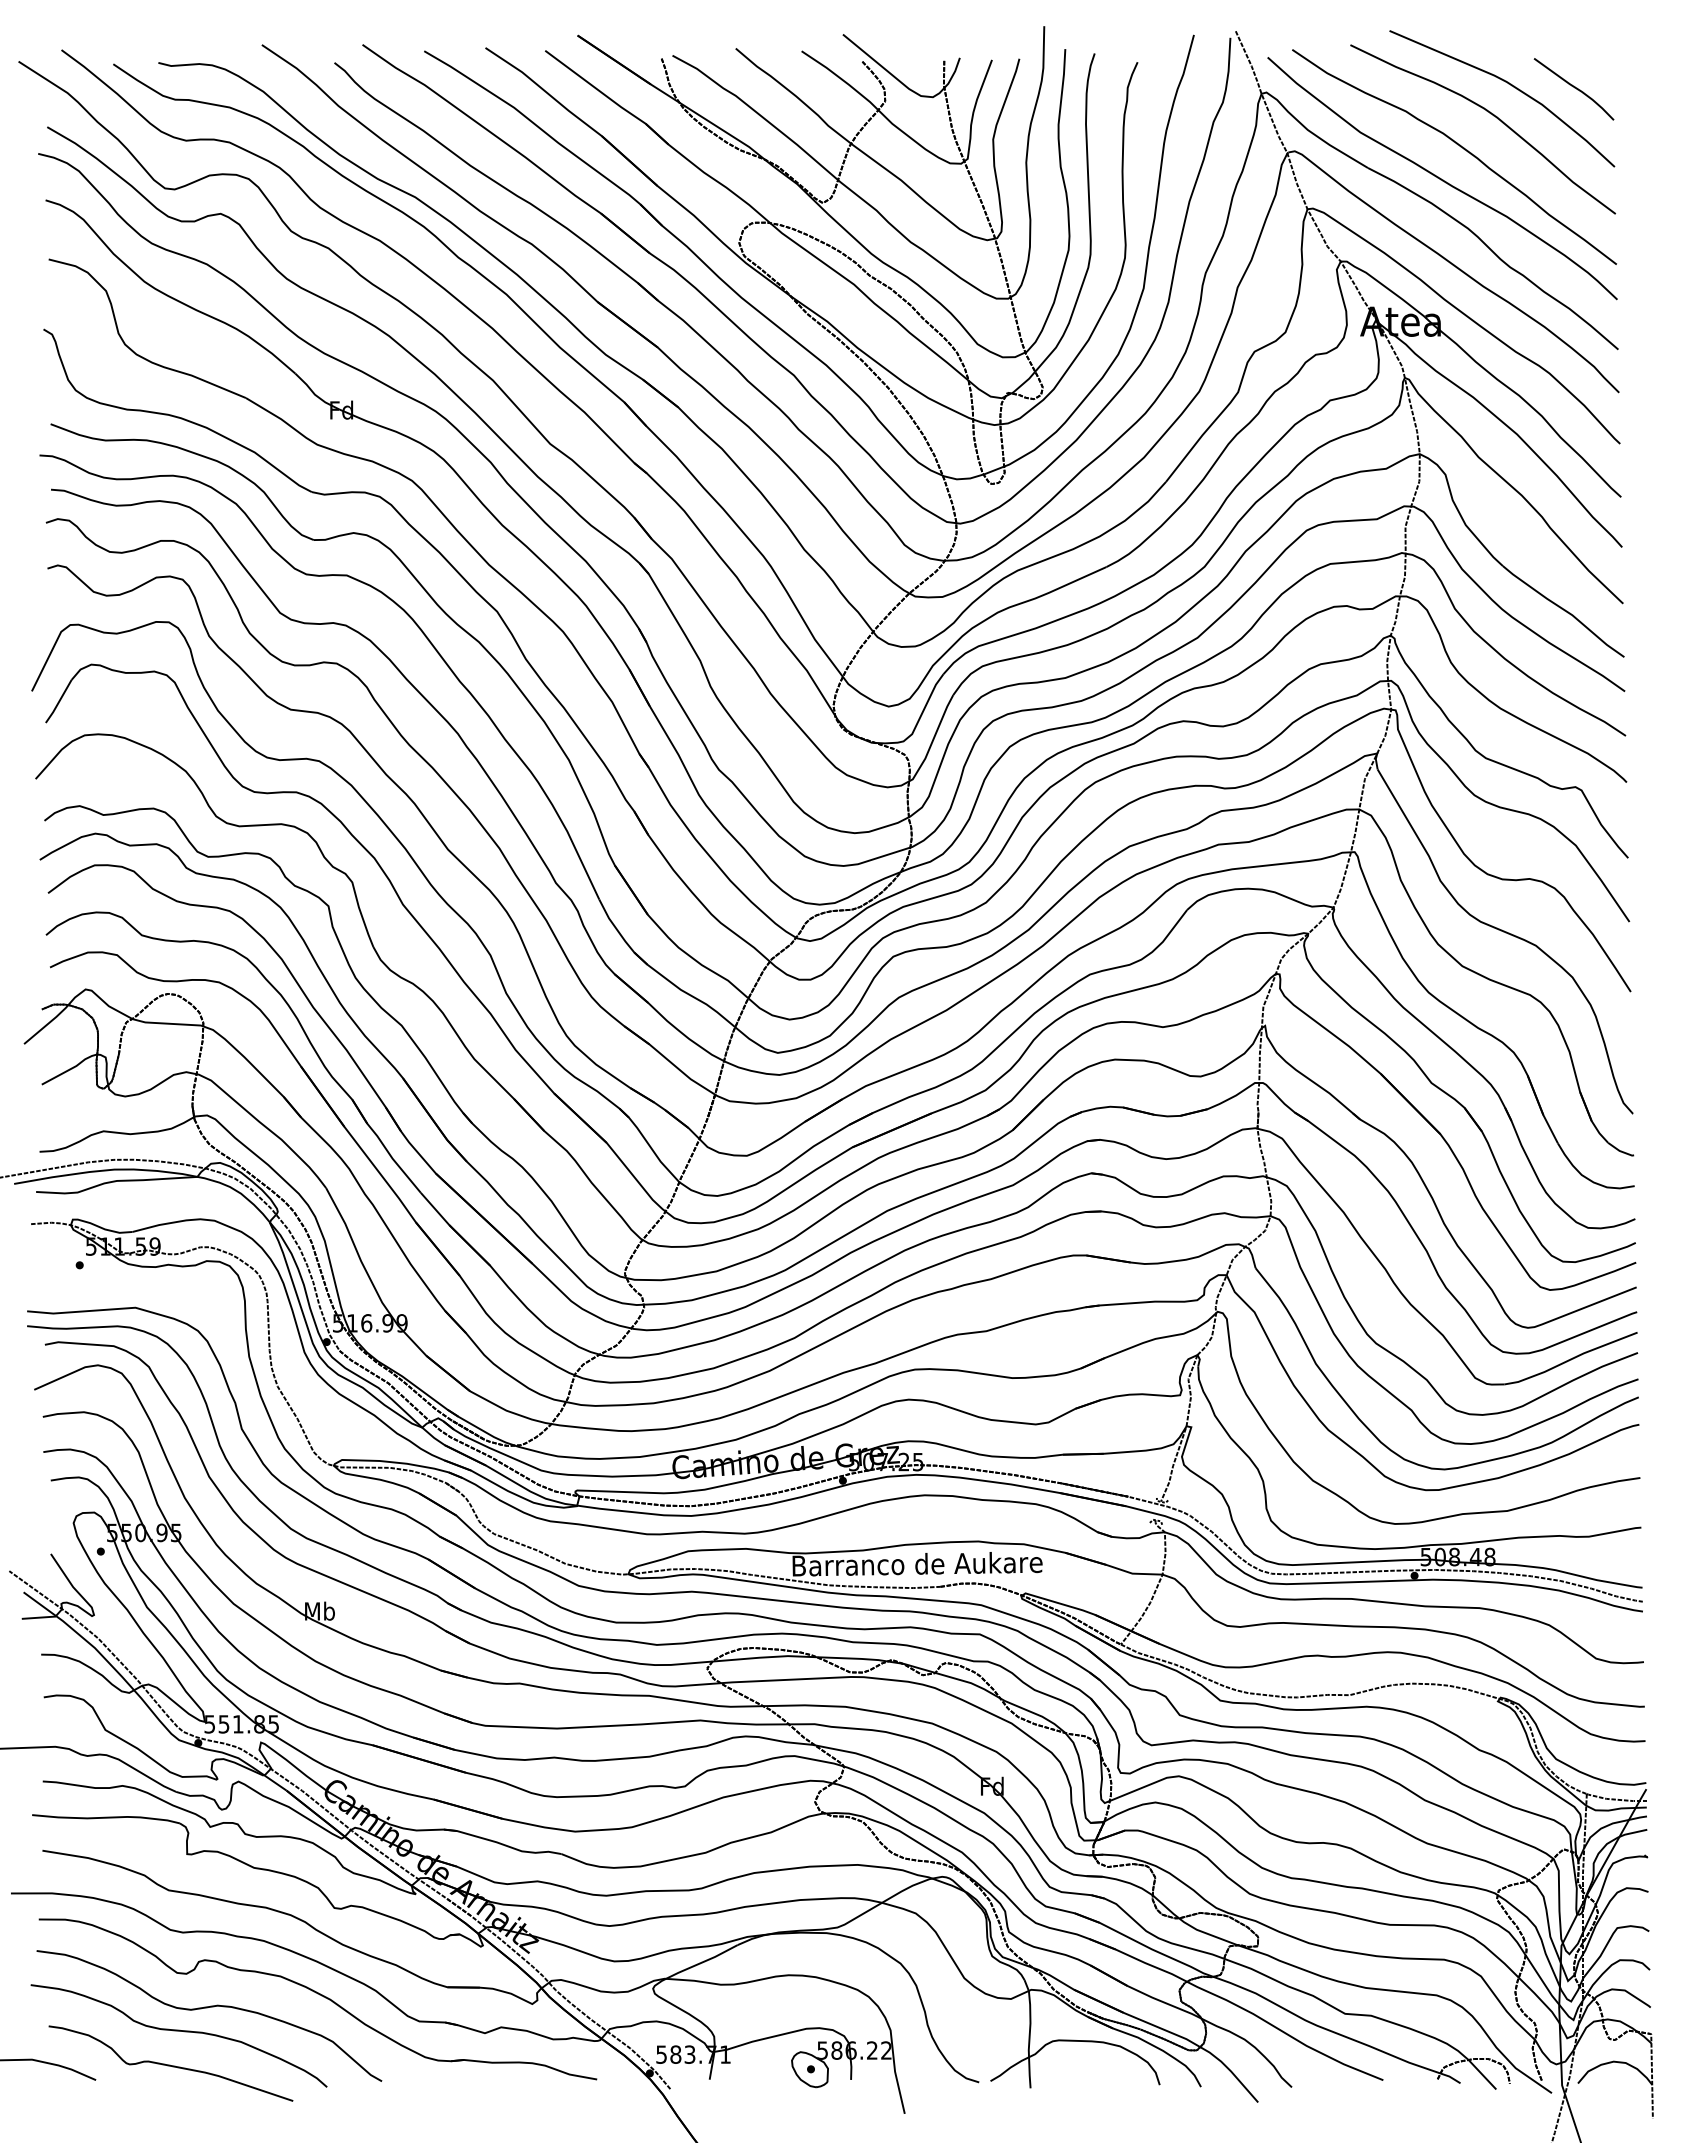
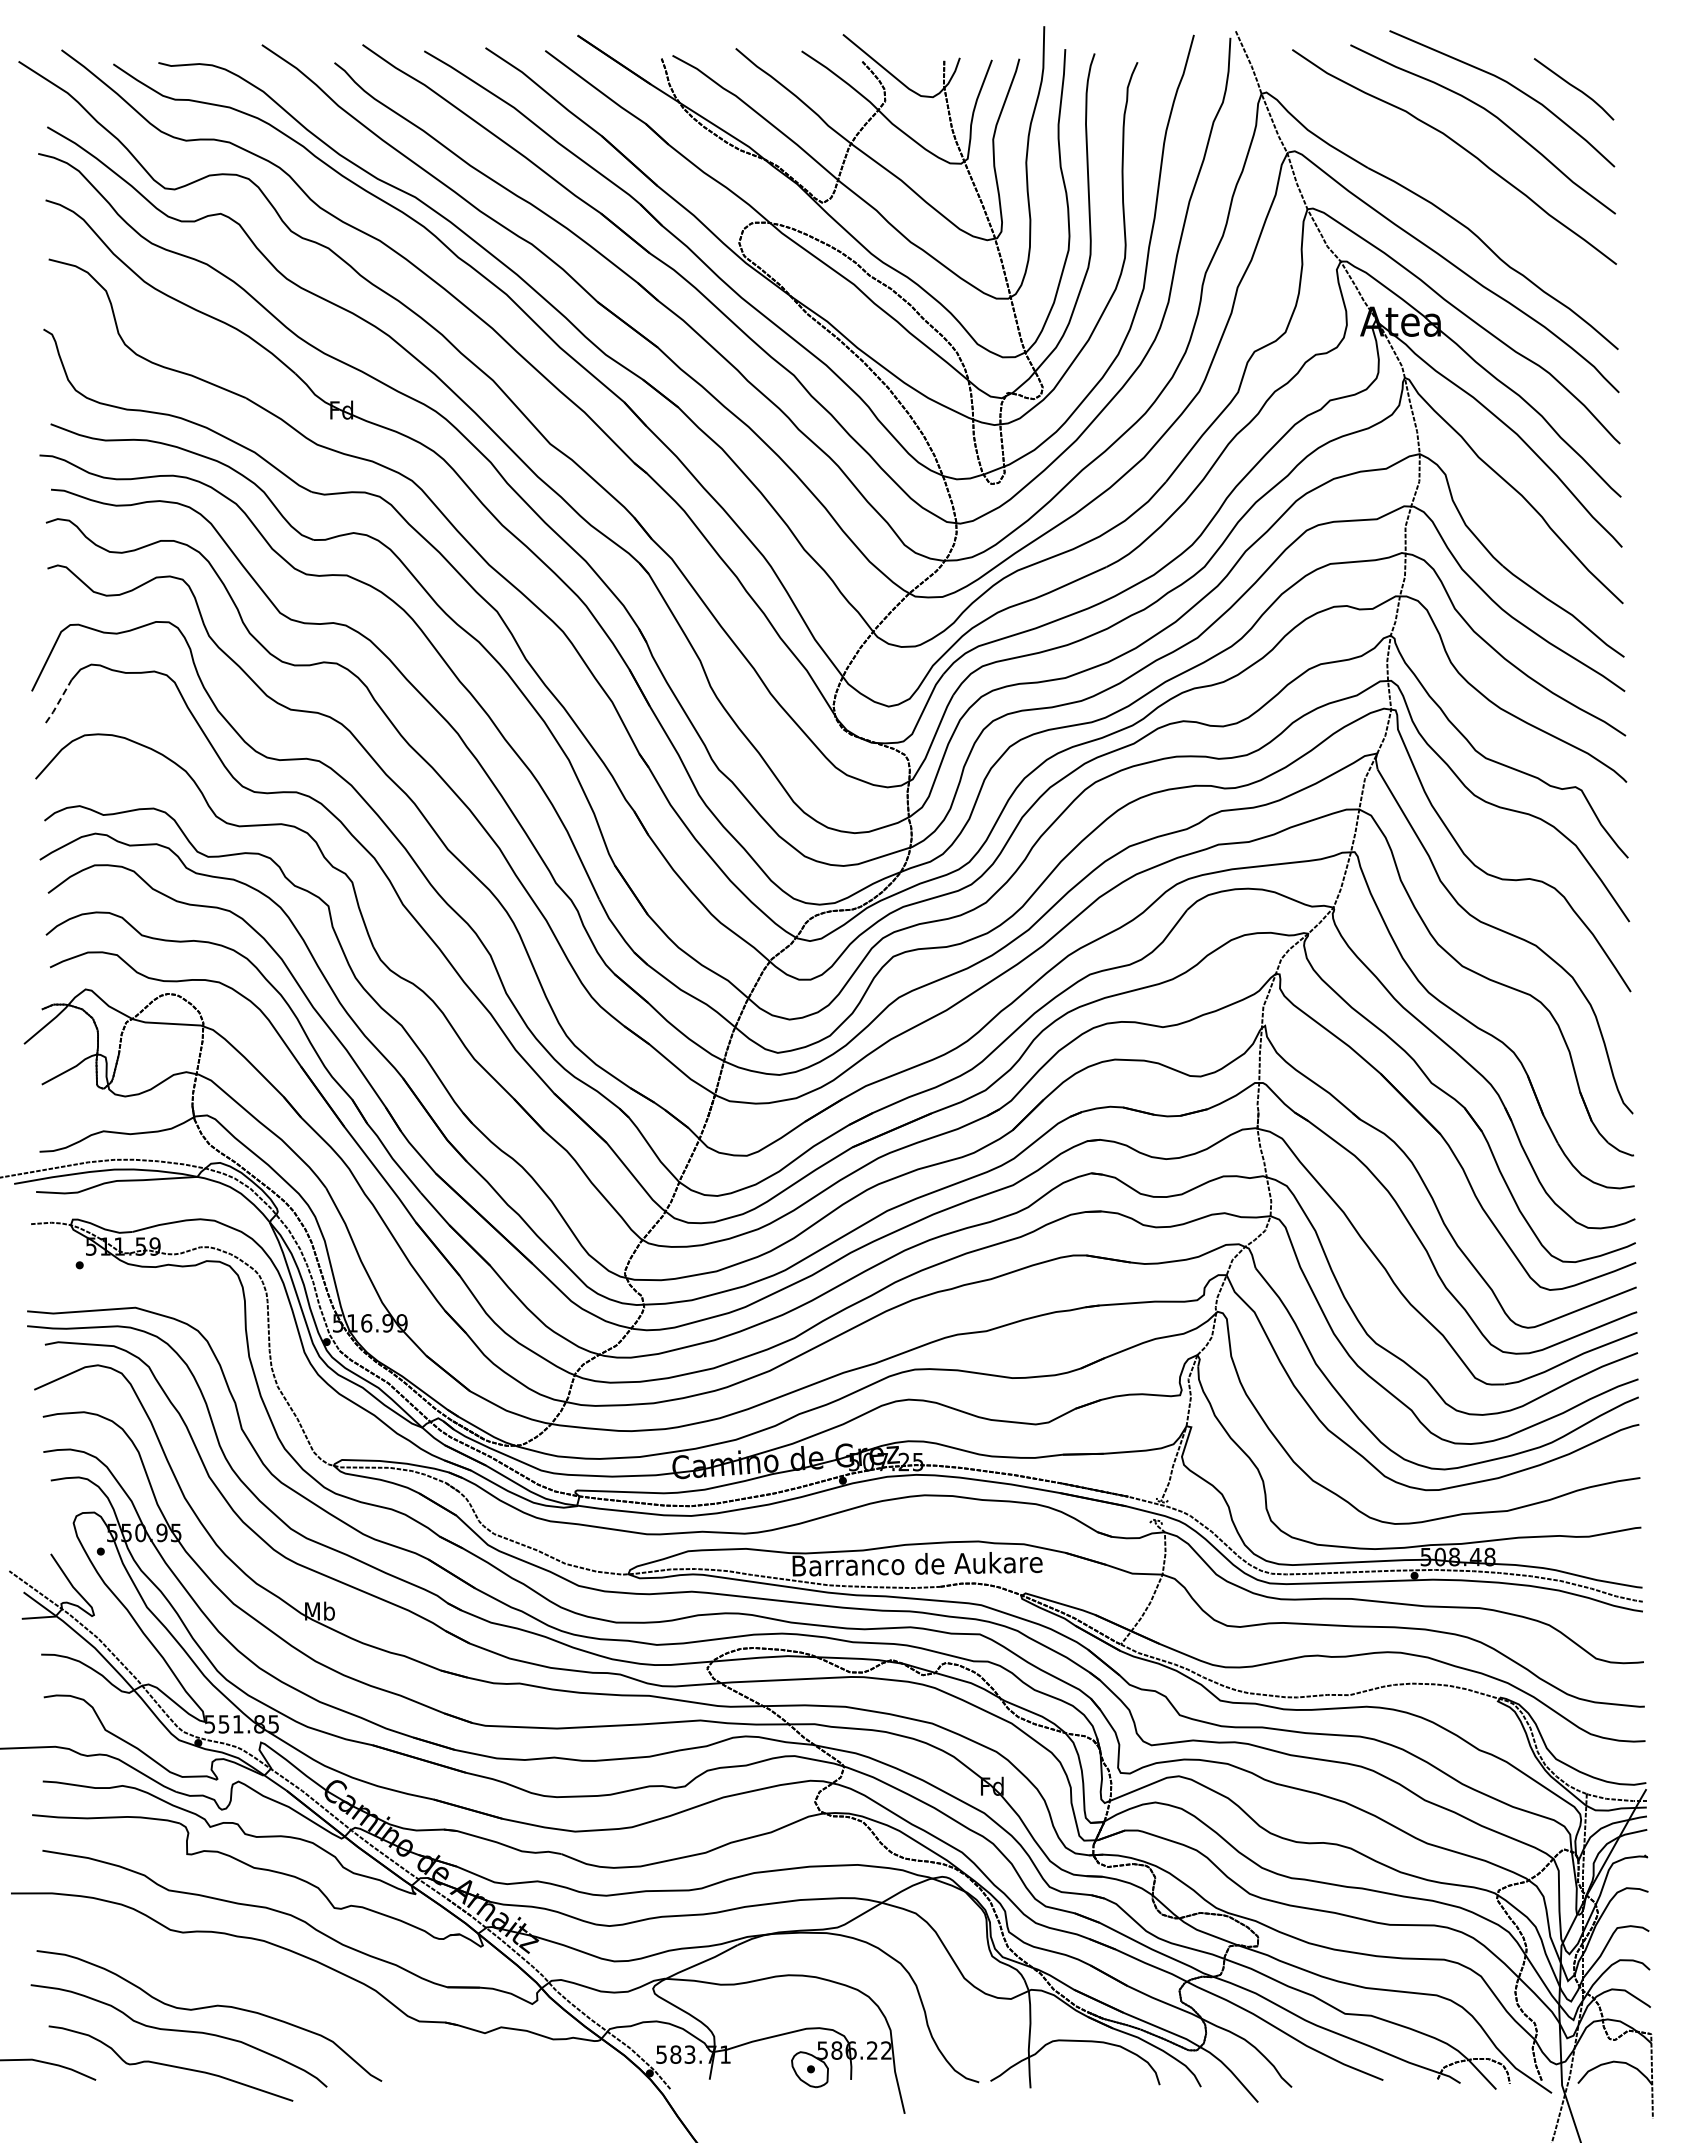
curve at (1441, 178): present -> none
line at (58, 702): solid -> dashed
part at (317, 1999): present -> none
